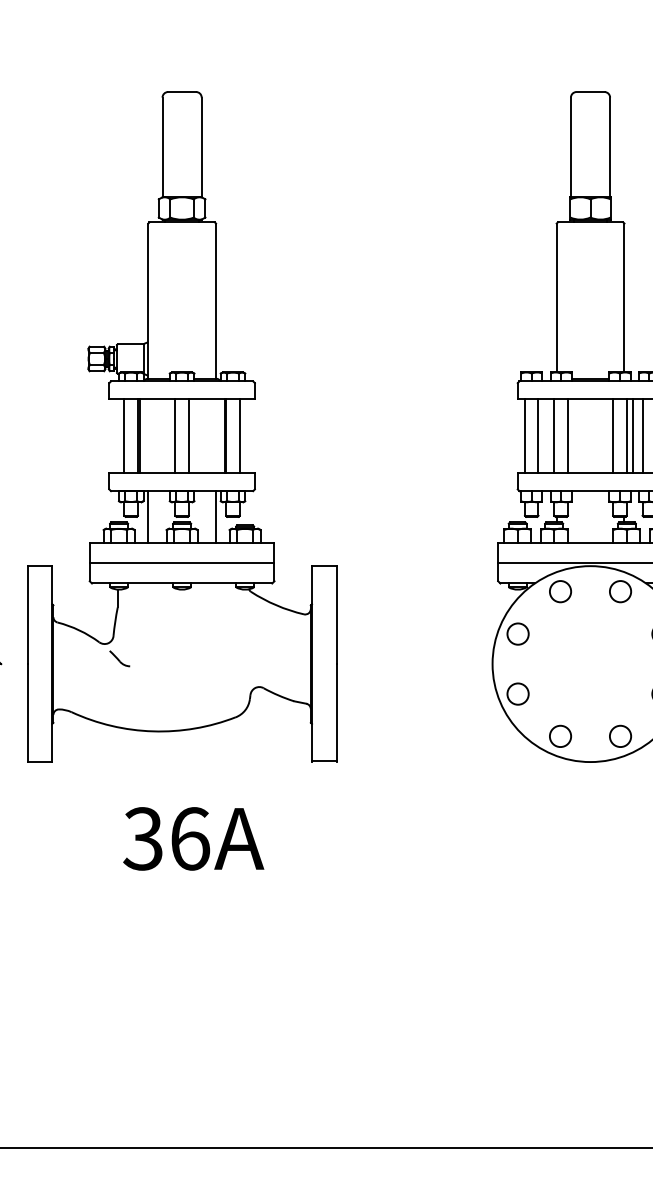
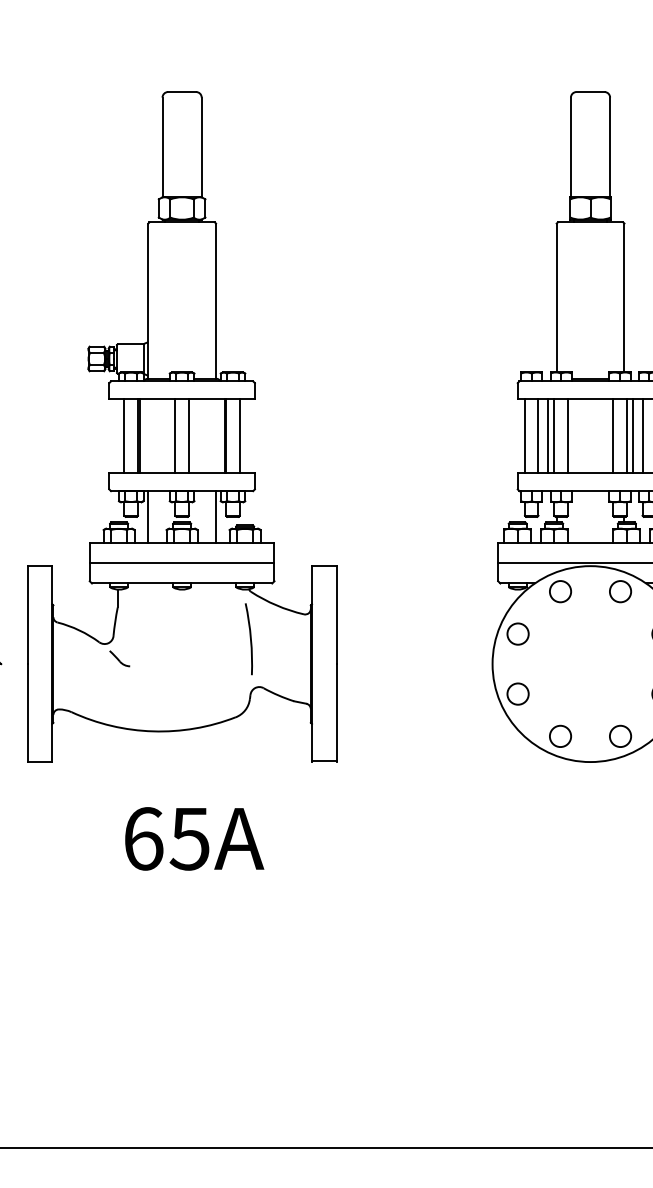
line at (547, 436): none -> present
arc at (250, 639): none -> present
text at (166, 838): 36A -> 65A
